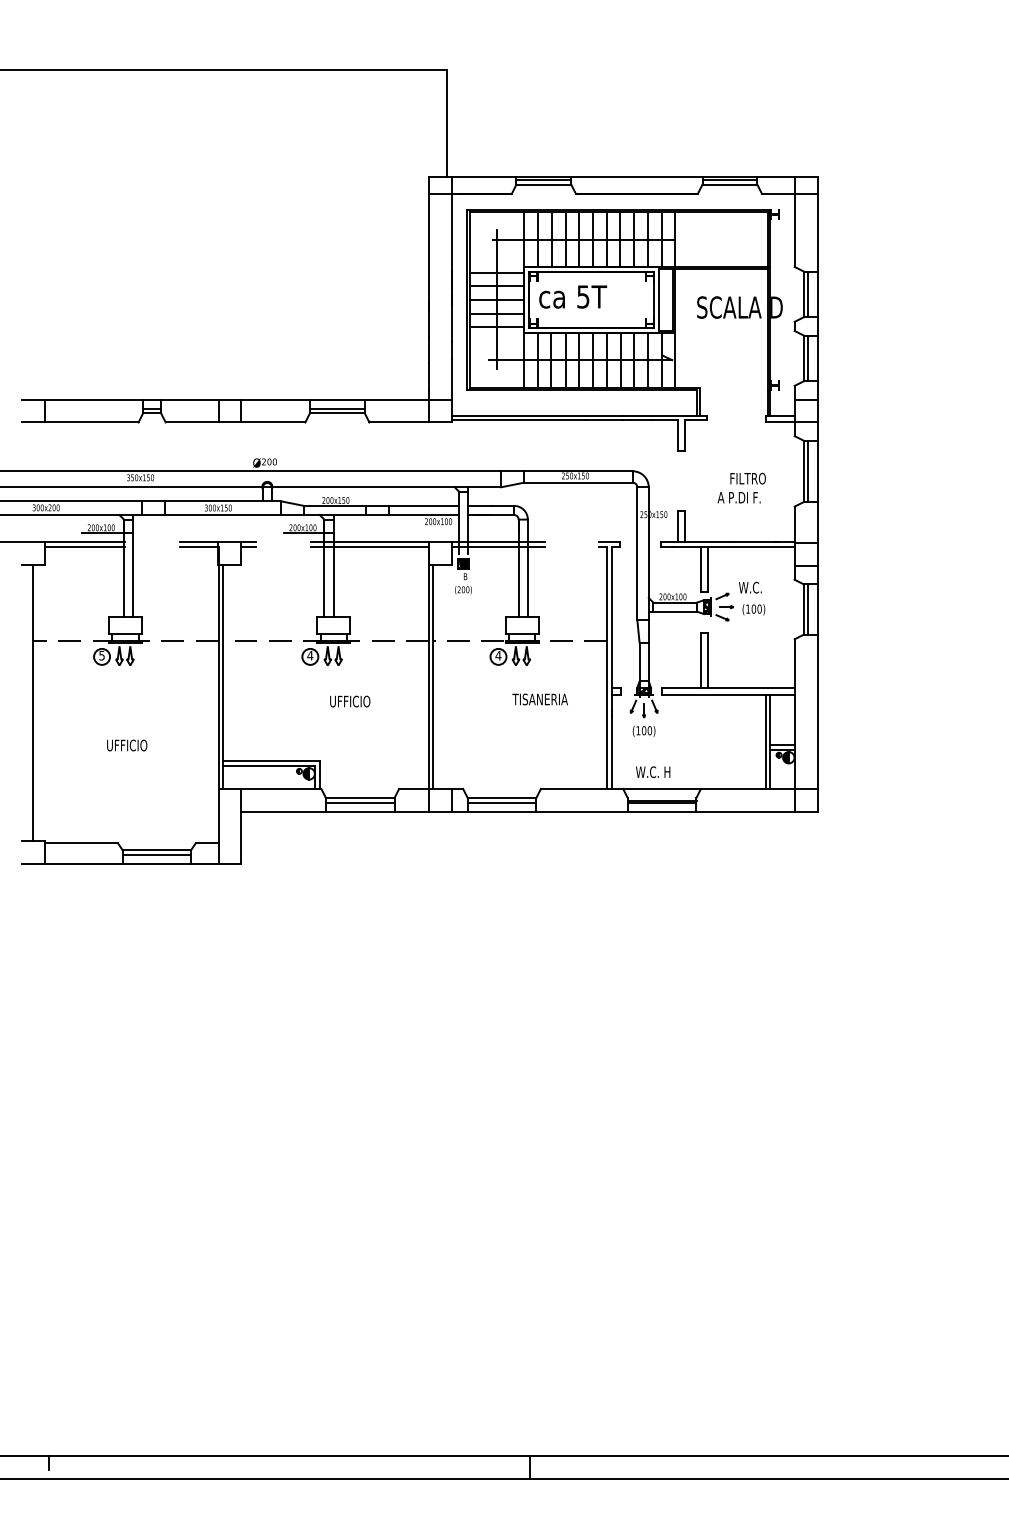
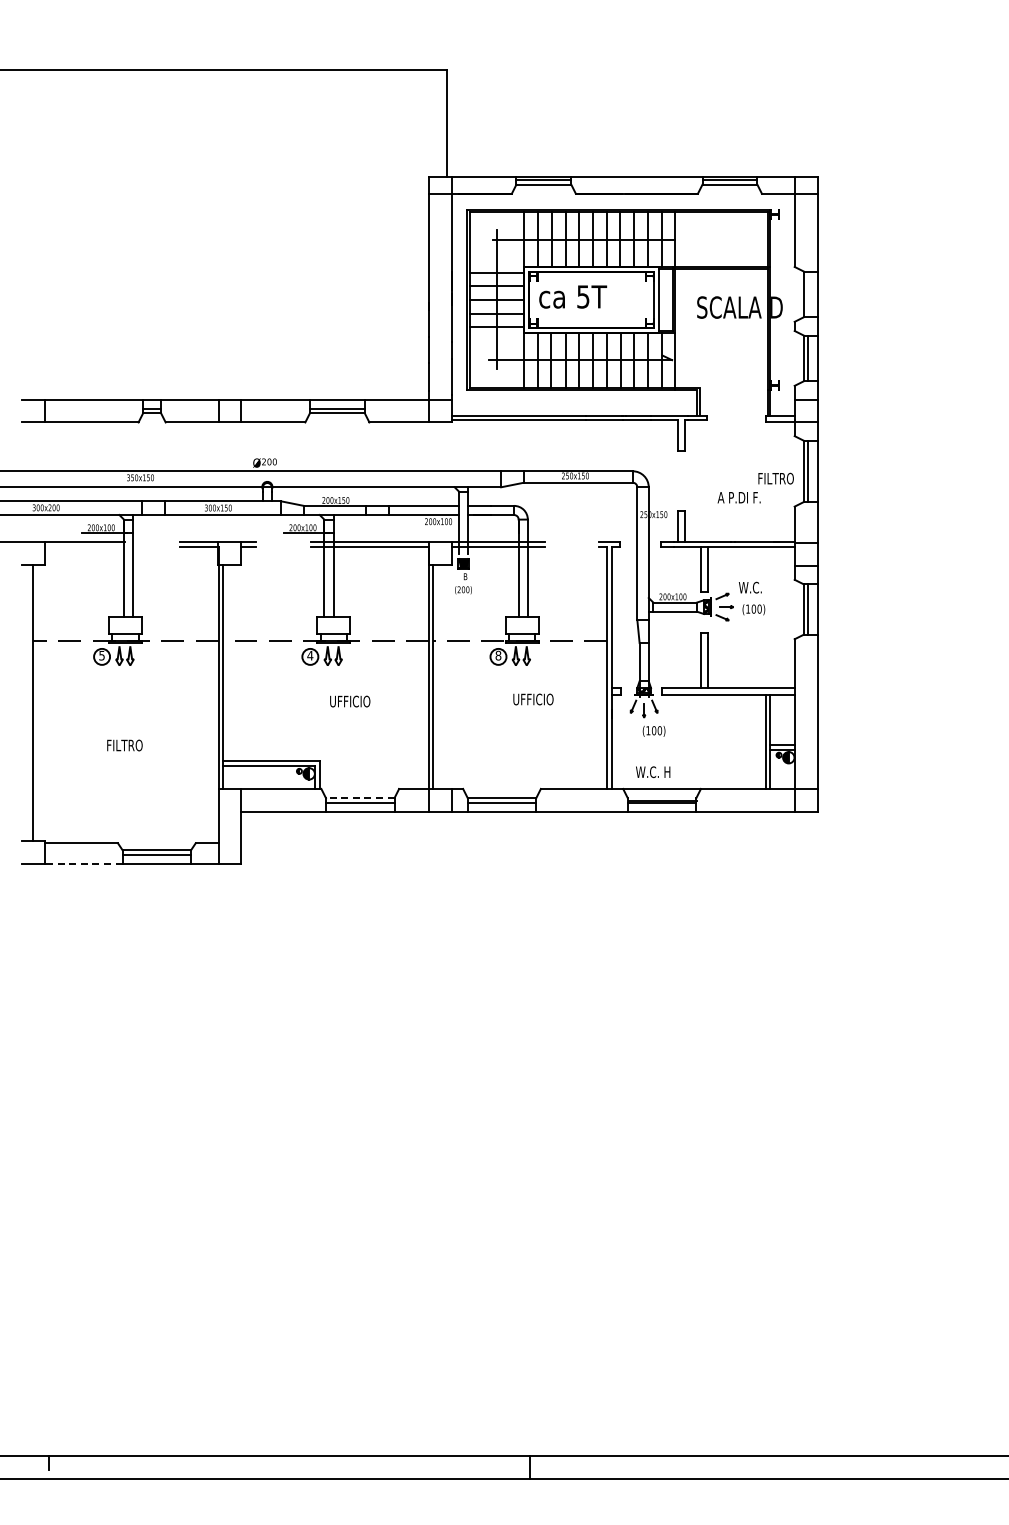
line at (808, 294): present -> none
text at (747, 478) position: (747, 478) -> (775, 478)
line at (85, 546): present -> none
text at (498, 655): 4 -> 8
text at (539, 699): TISANERIA -> UFFICIO
text at (643, 730) position: (643, 730) -> (653, 730)
text at (127, 745): UFFICIO -> FILTRO
line at (359, 798): solid -> dashed
line at (83, 863): solid -> dashed
